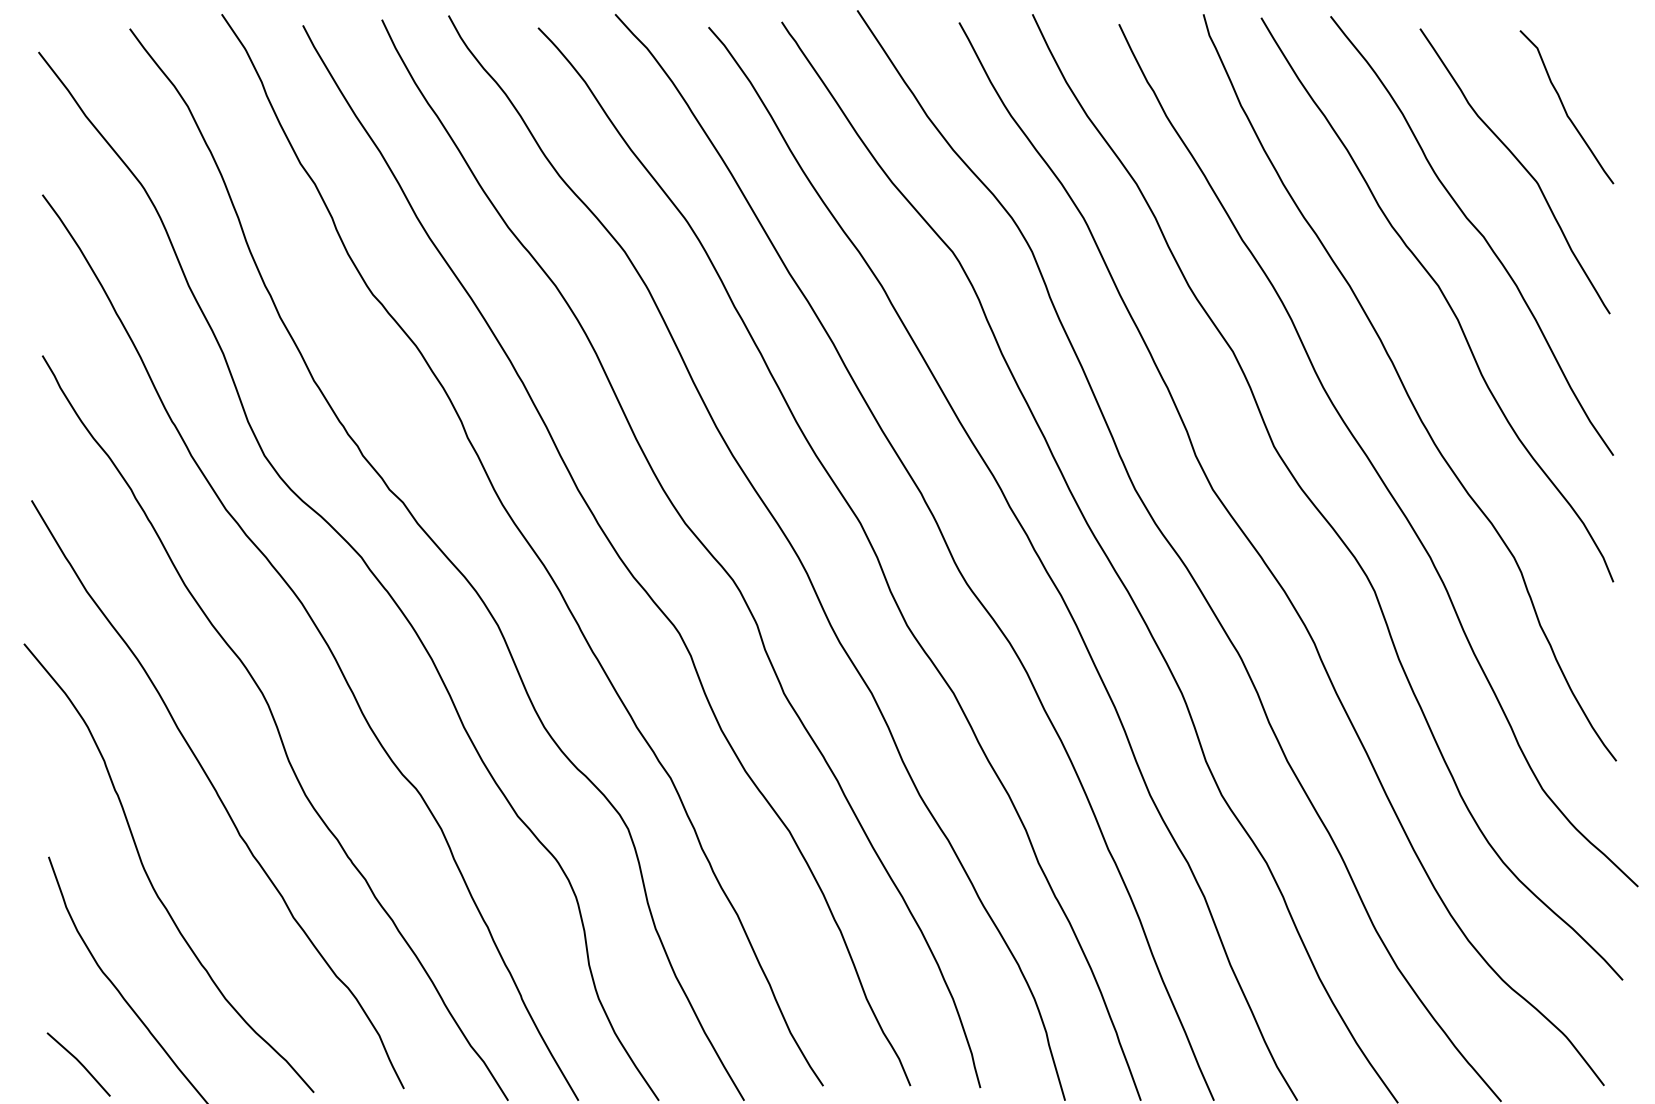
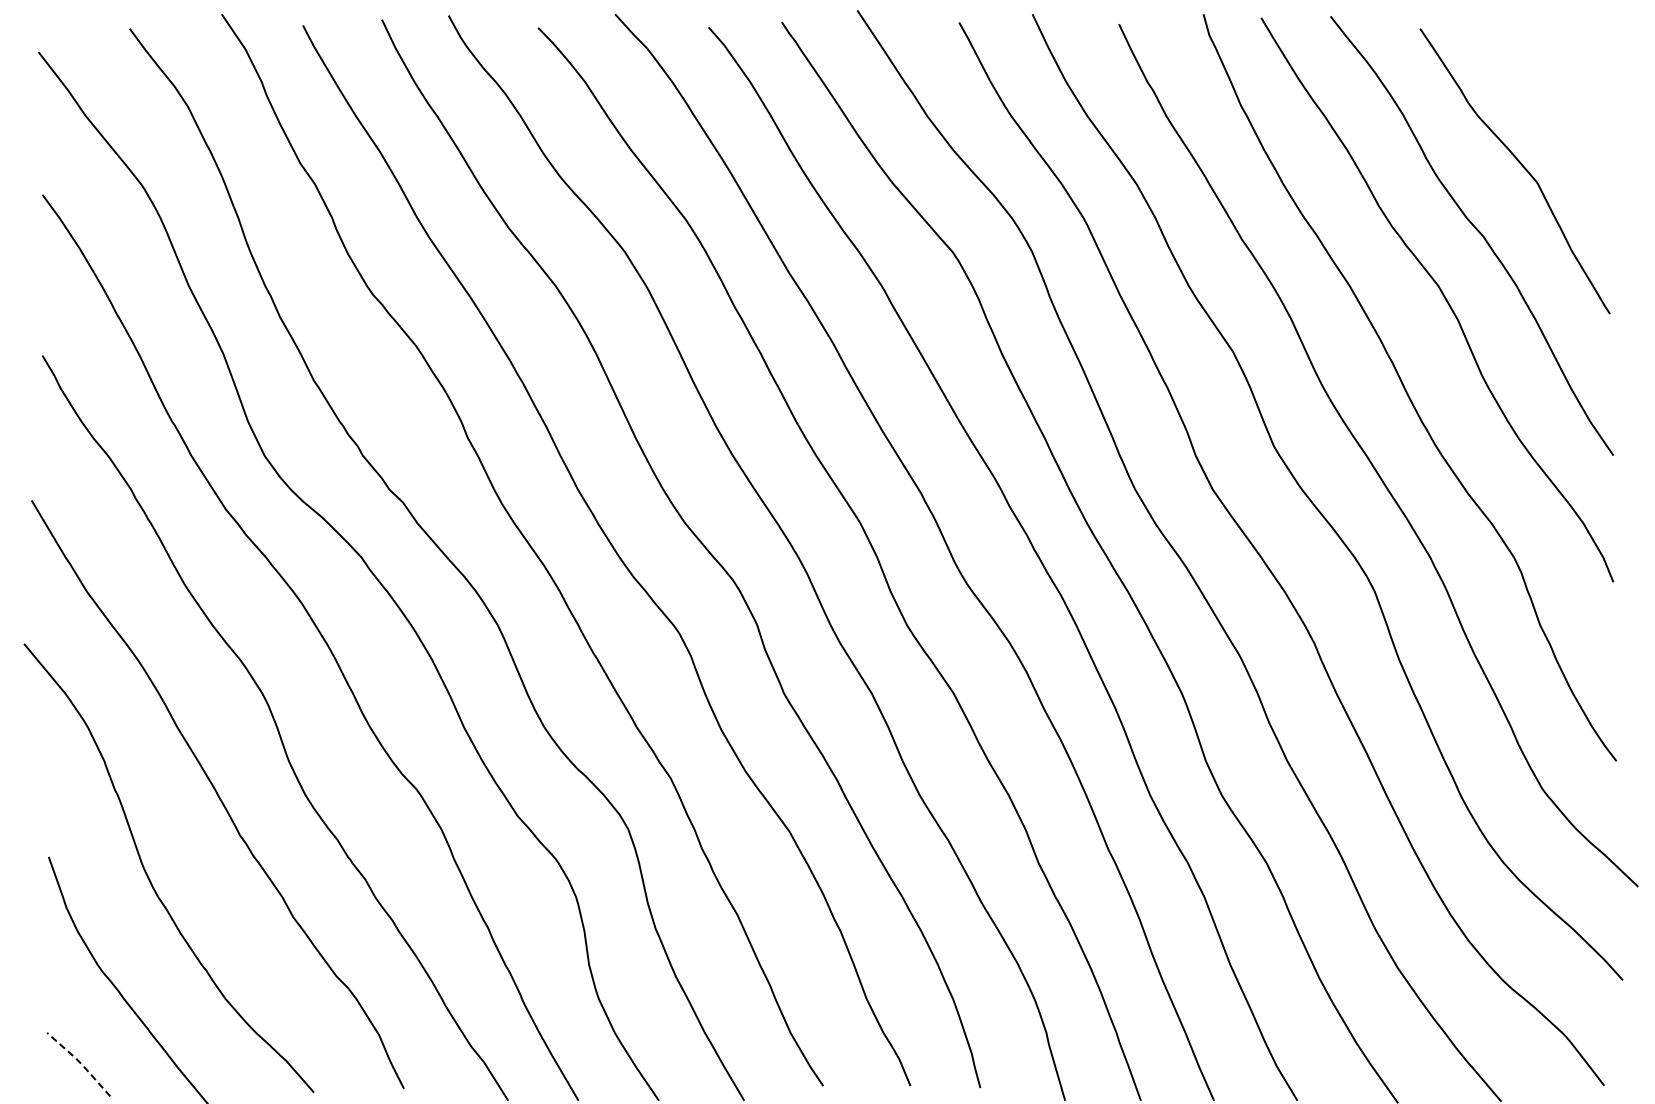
curve at (1565, 108): present -> none
line at (80, 1062): solid -> dashed
